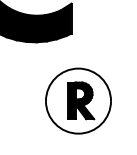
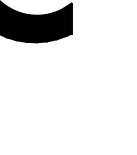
part at (78, 100): present -> none
